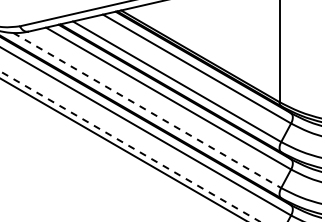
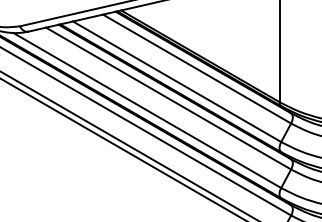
line at (147, 110): dashed -> solid
line at (129, 146): dashed -> solid
